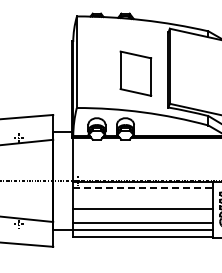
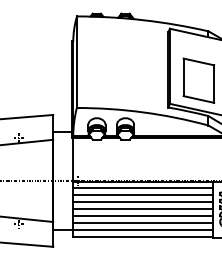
part at (135, 73) position: (135, 73) -> (198, 80)
line at (143, 187): dashed -> solid
line at (142, 194): none -> present
line at (142, 201): none -> present
line at (142, 215): none -> present
